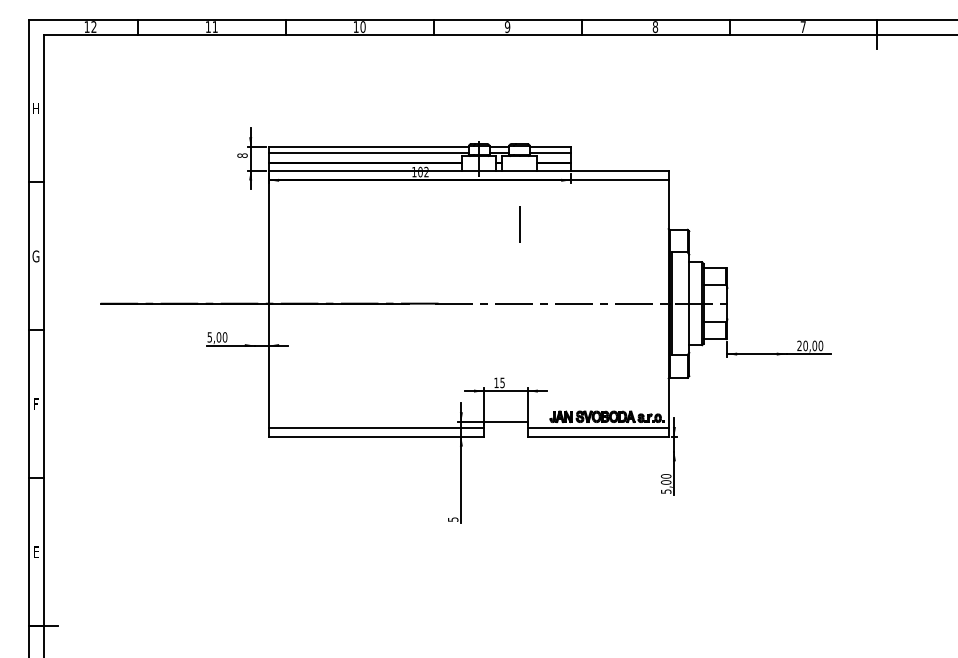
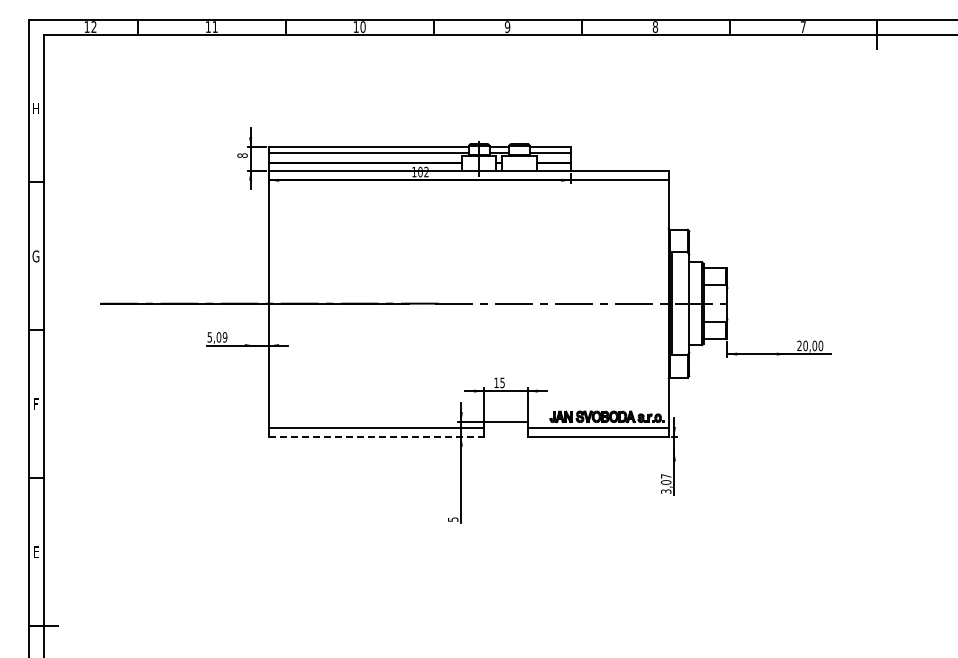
line at (519, 224): present -> none
text at (224, 337): 5,00 -> 5,09
line at (377, 436): solid -> dashed
text at (665, 483): 5,00 -> 3,07
